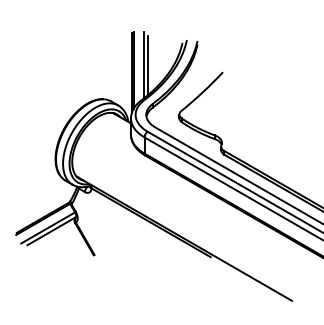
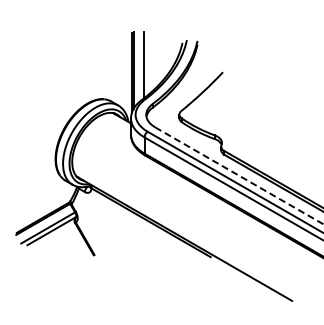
line at (148, 65): present -> none
line at (239, 175): solid -> dashed
